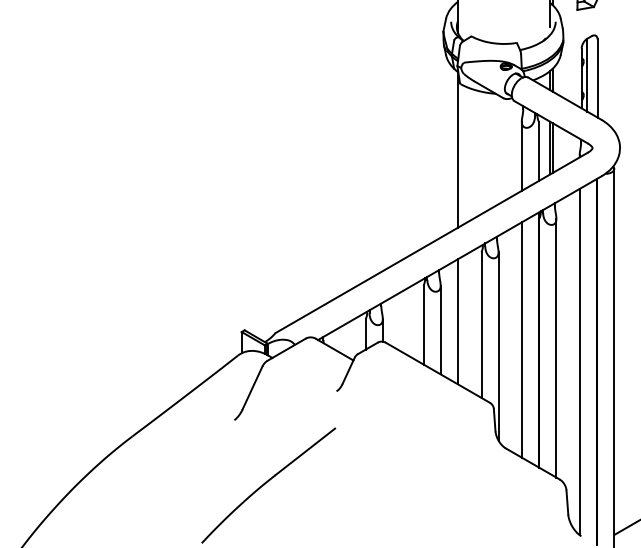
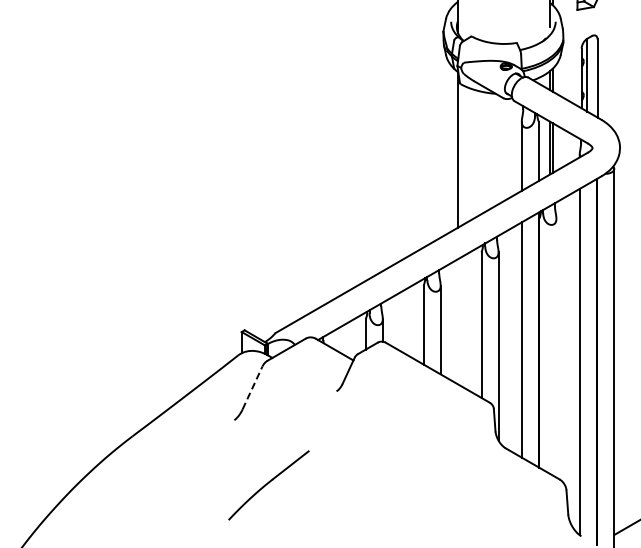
line at (457, 321): present -> none
line at (556, 347): present -> none
line at (252, 387): solid -> dashed
part at (268, 485) size: 136x117 px -> 82x71 px
